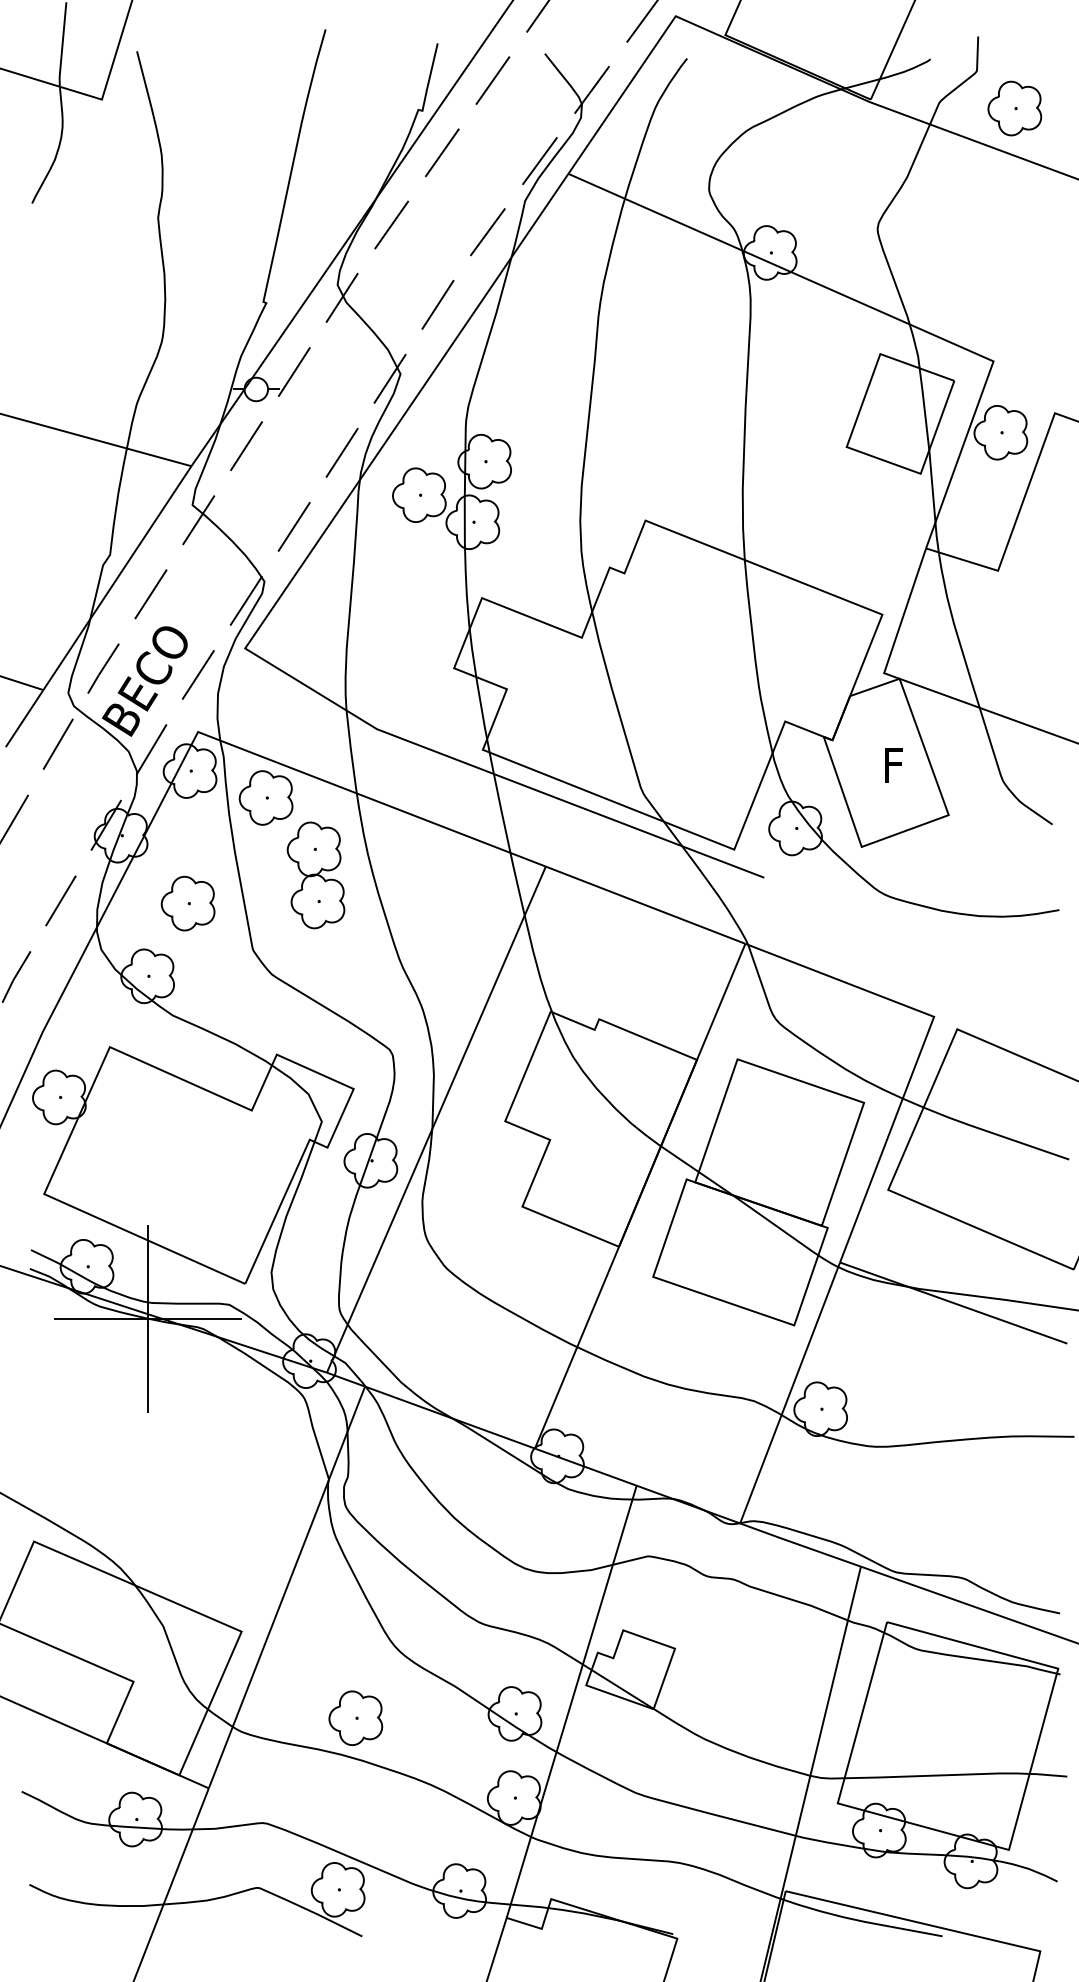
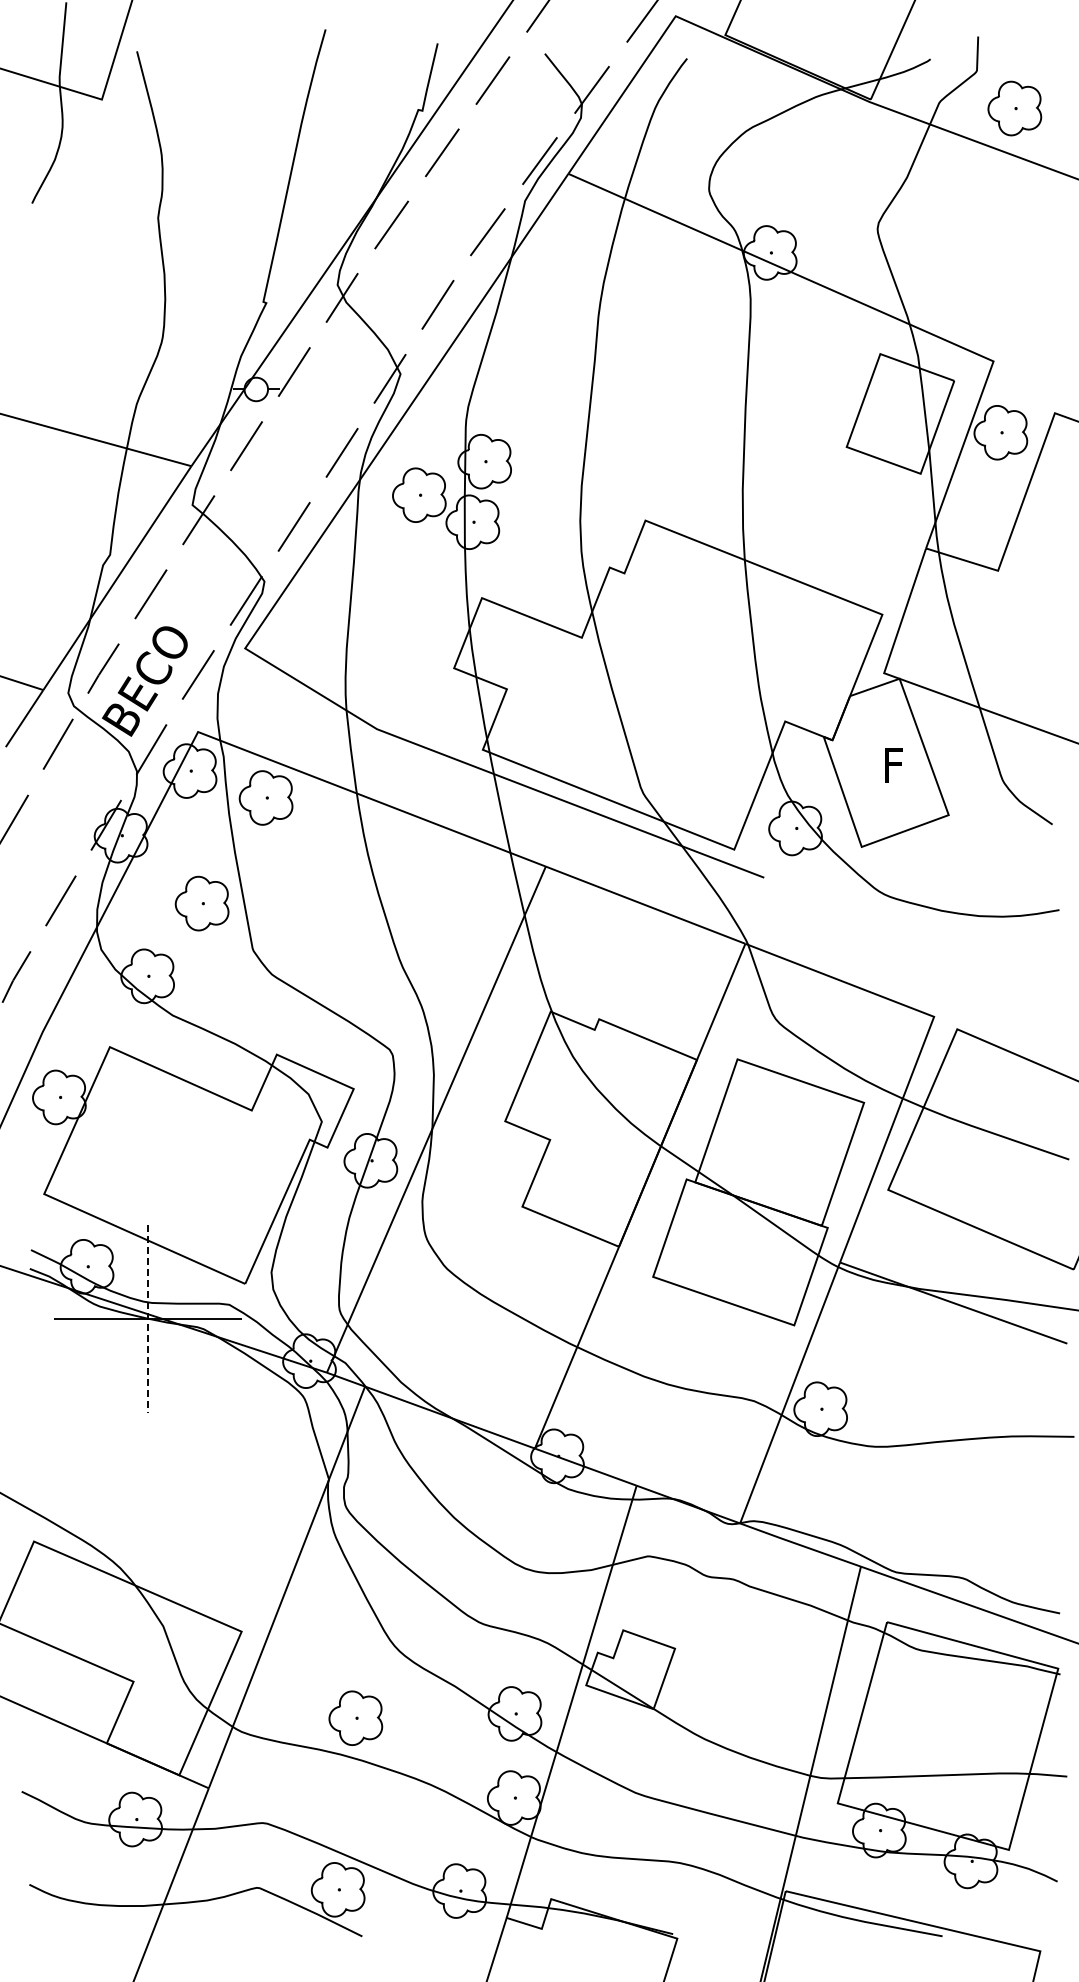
part at (315, 875): present -> none
part at (187, 903) position: (187, 903) -> (201, 903)
line at (148, 1319): solid -> dashed
